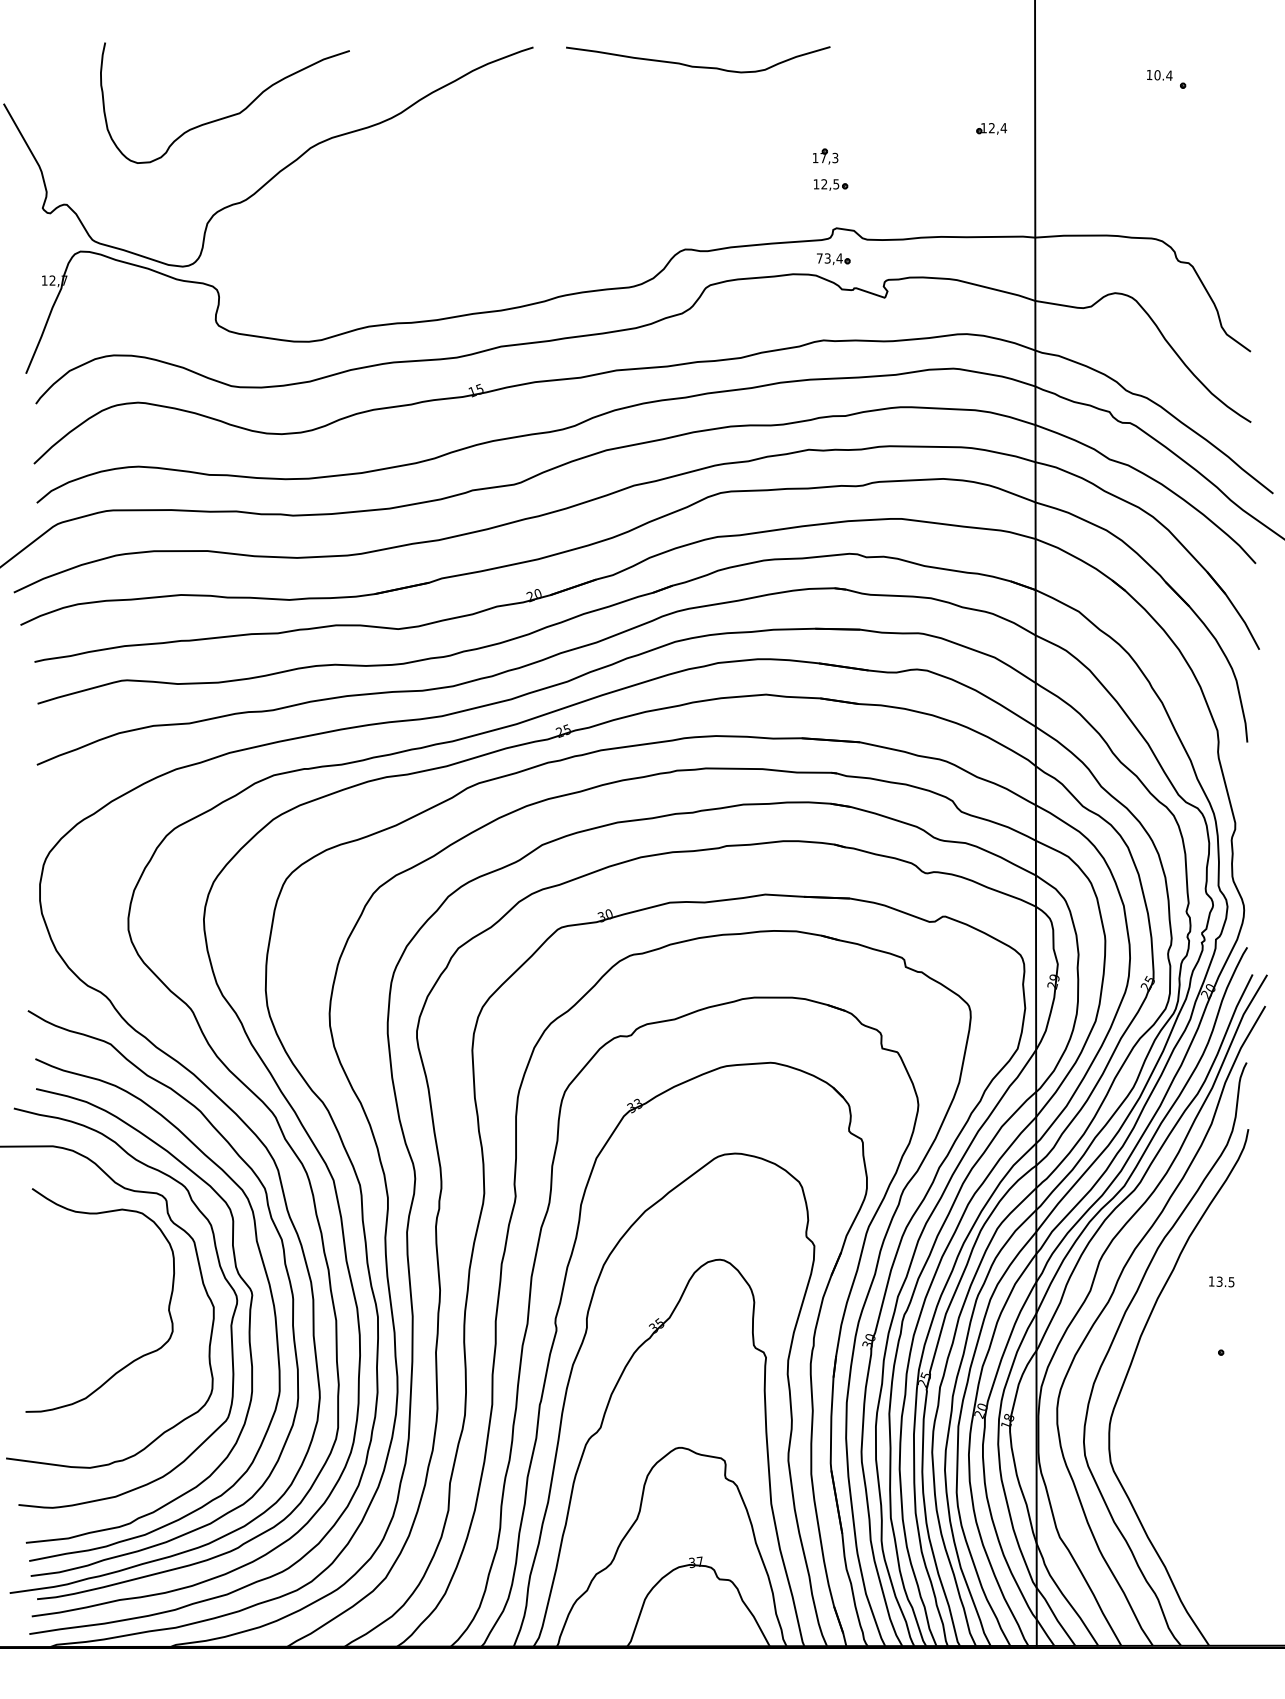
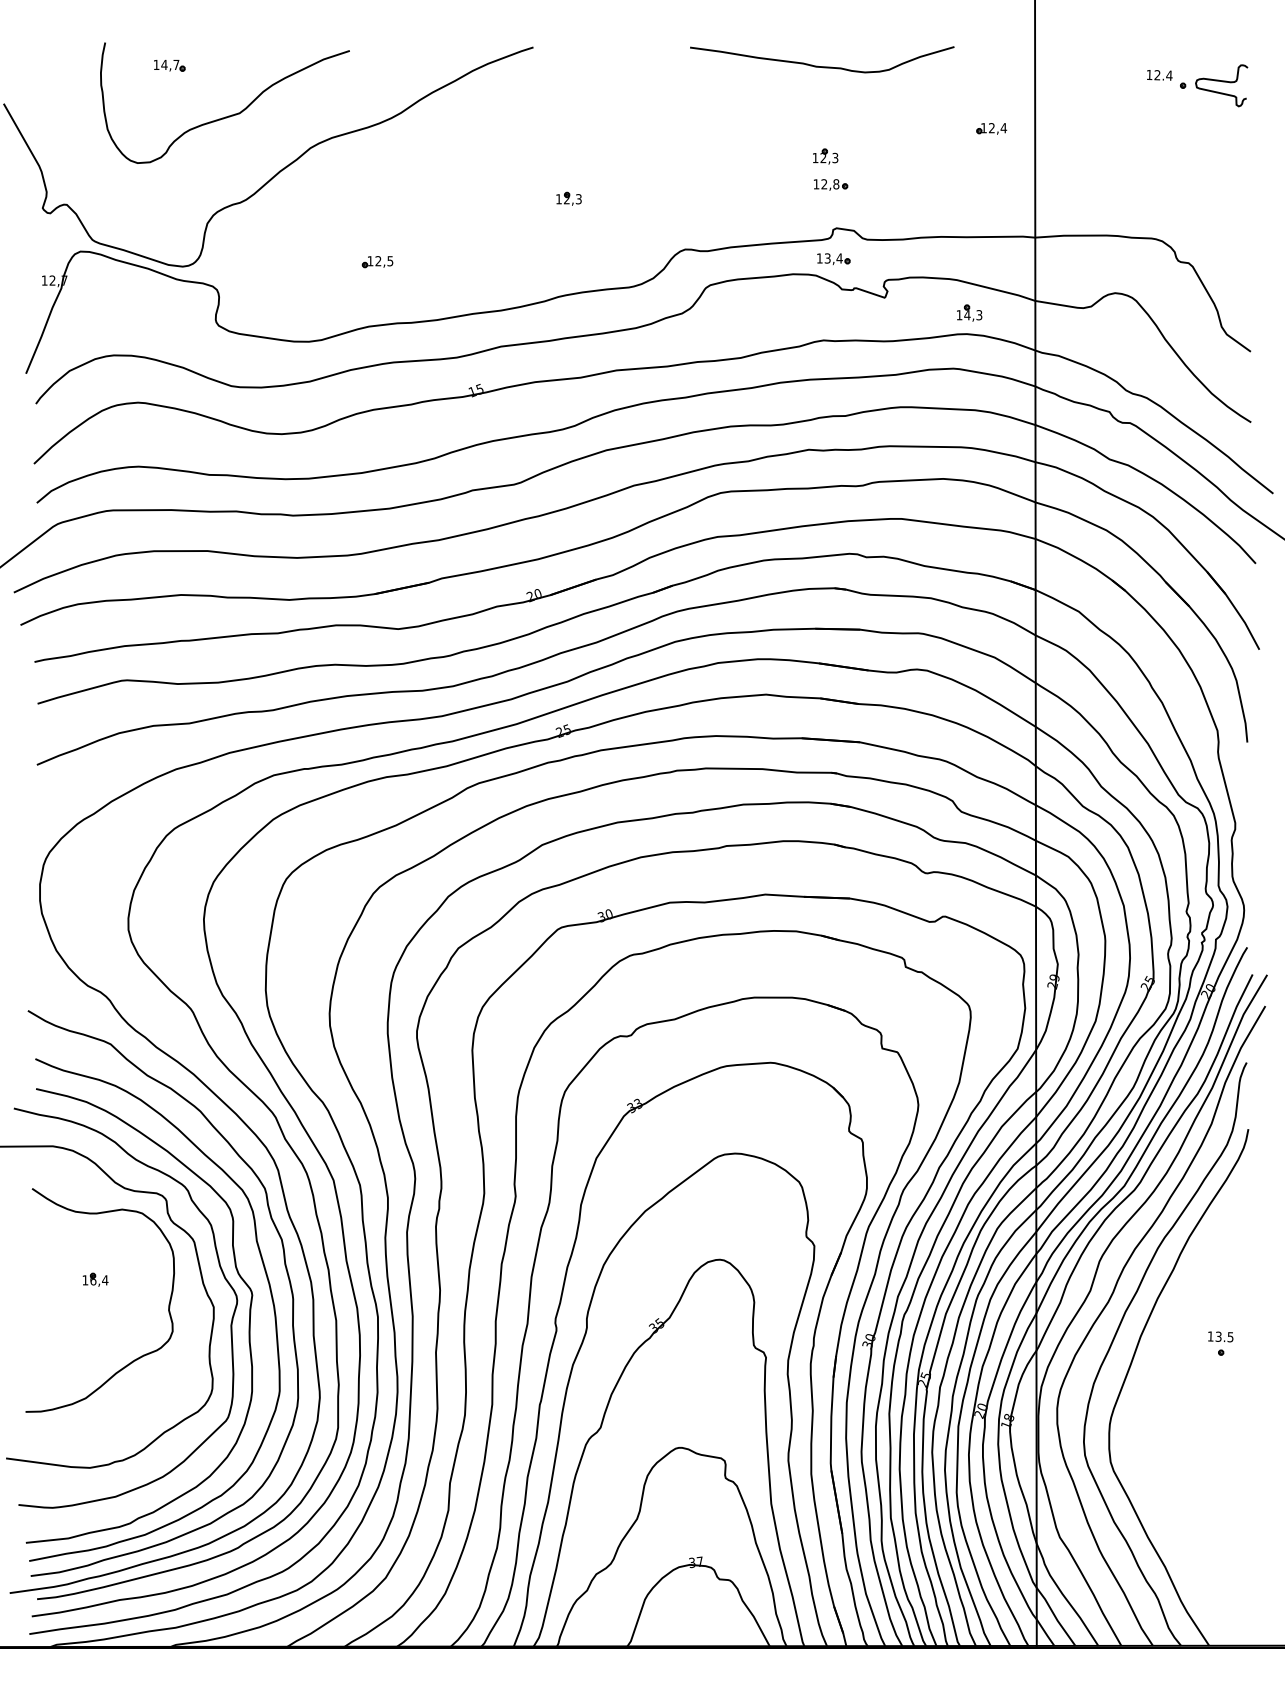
part at (169, 65): none -> present
curve at (698, 66) position: (698, 66) -> (822, 66)
text at (1157, 75): 10.4 -> 12.4
curve at (1222, 82): none -> present
text at (823, 158): 17,3 -> 12,3
text at (836, 184): 12,5 -> 12,8
part at (568, 198): none -> present
text at (819, 258): 73,4 -> 13,4
part at (377, 262): none -> present
part at (969, 312): none -> present
part at (95, 1279): none -> present
text at (1221, 1281) position: (1221, 1281) -> (1220, 1336)
